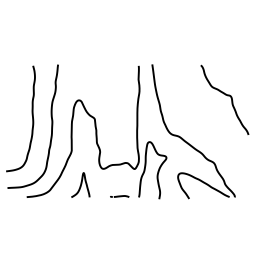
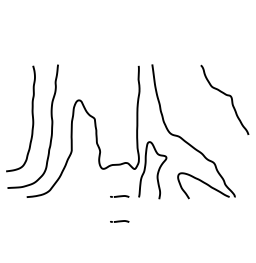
curve at (80, 184): present -> none
line at (119, 221): none -> present
